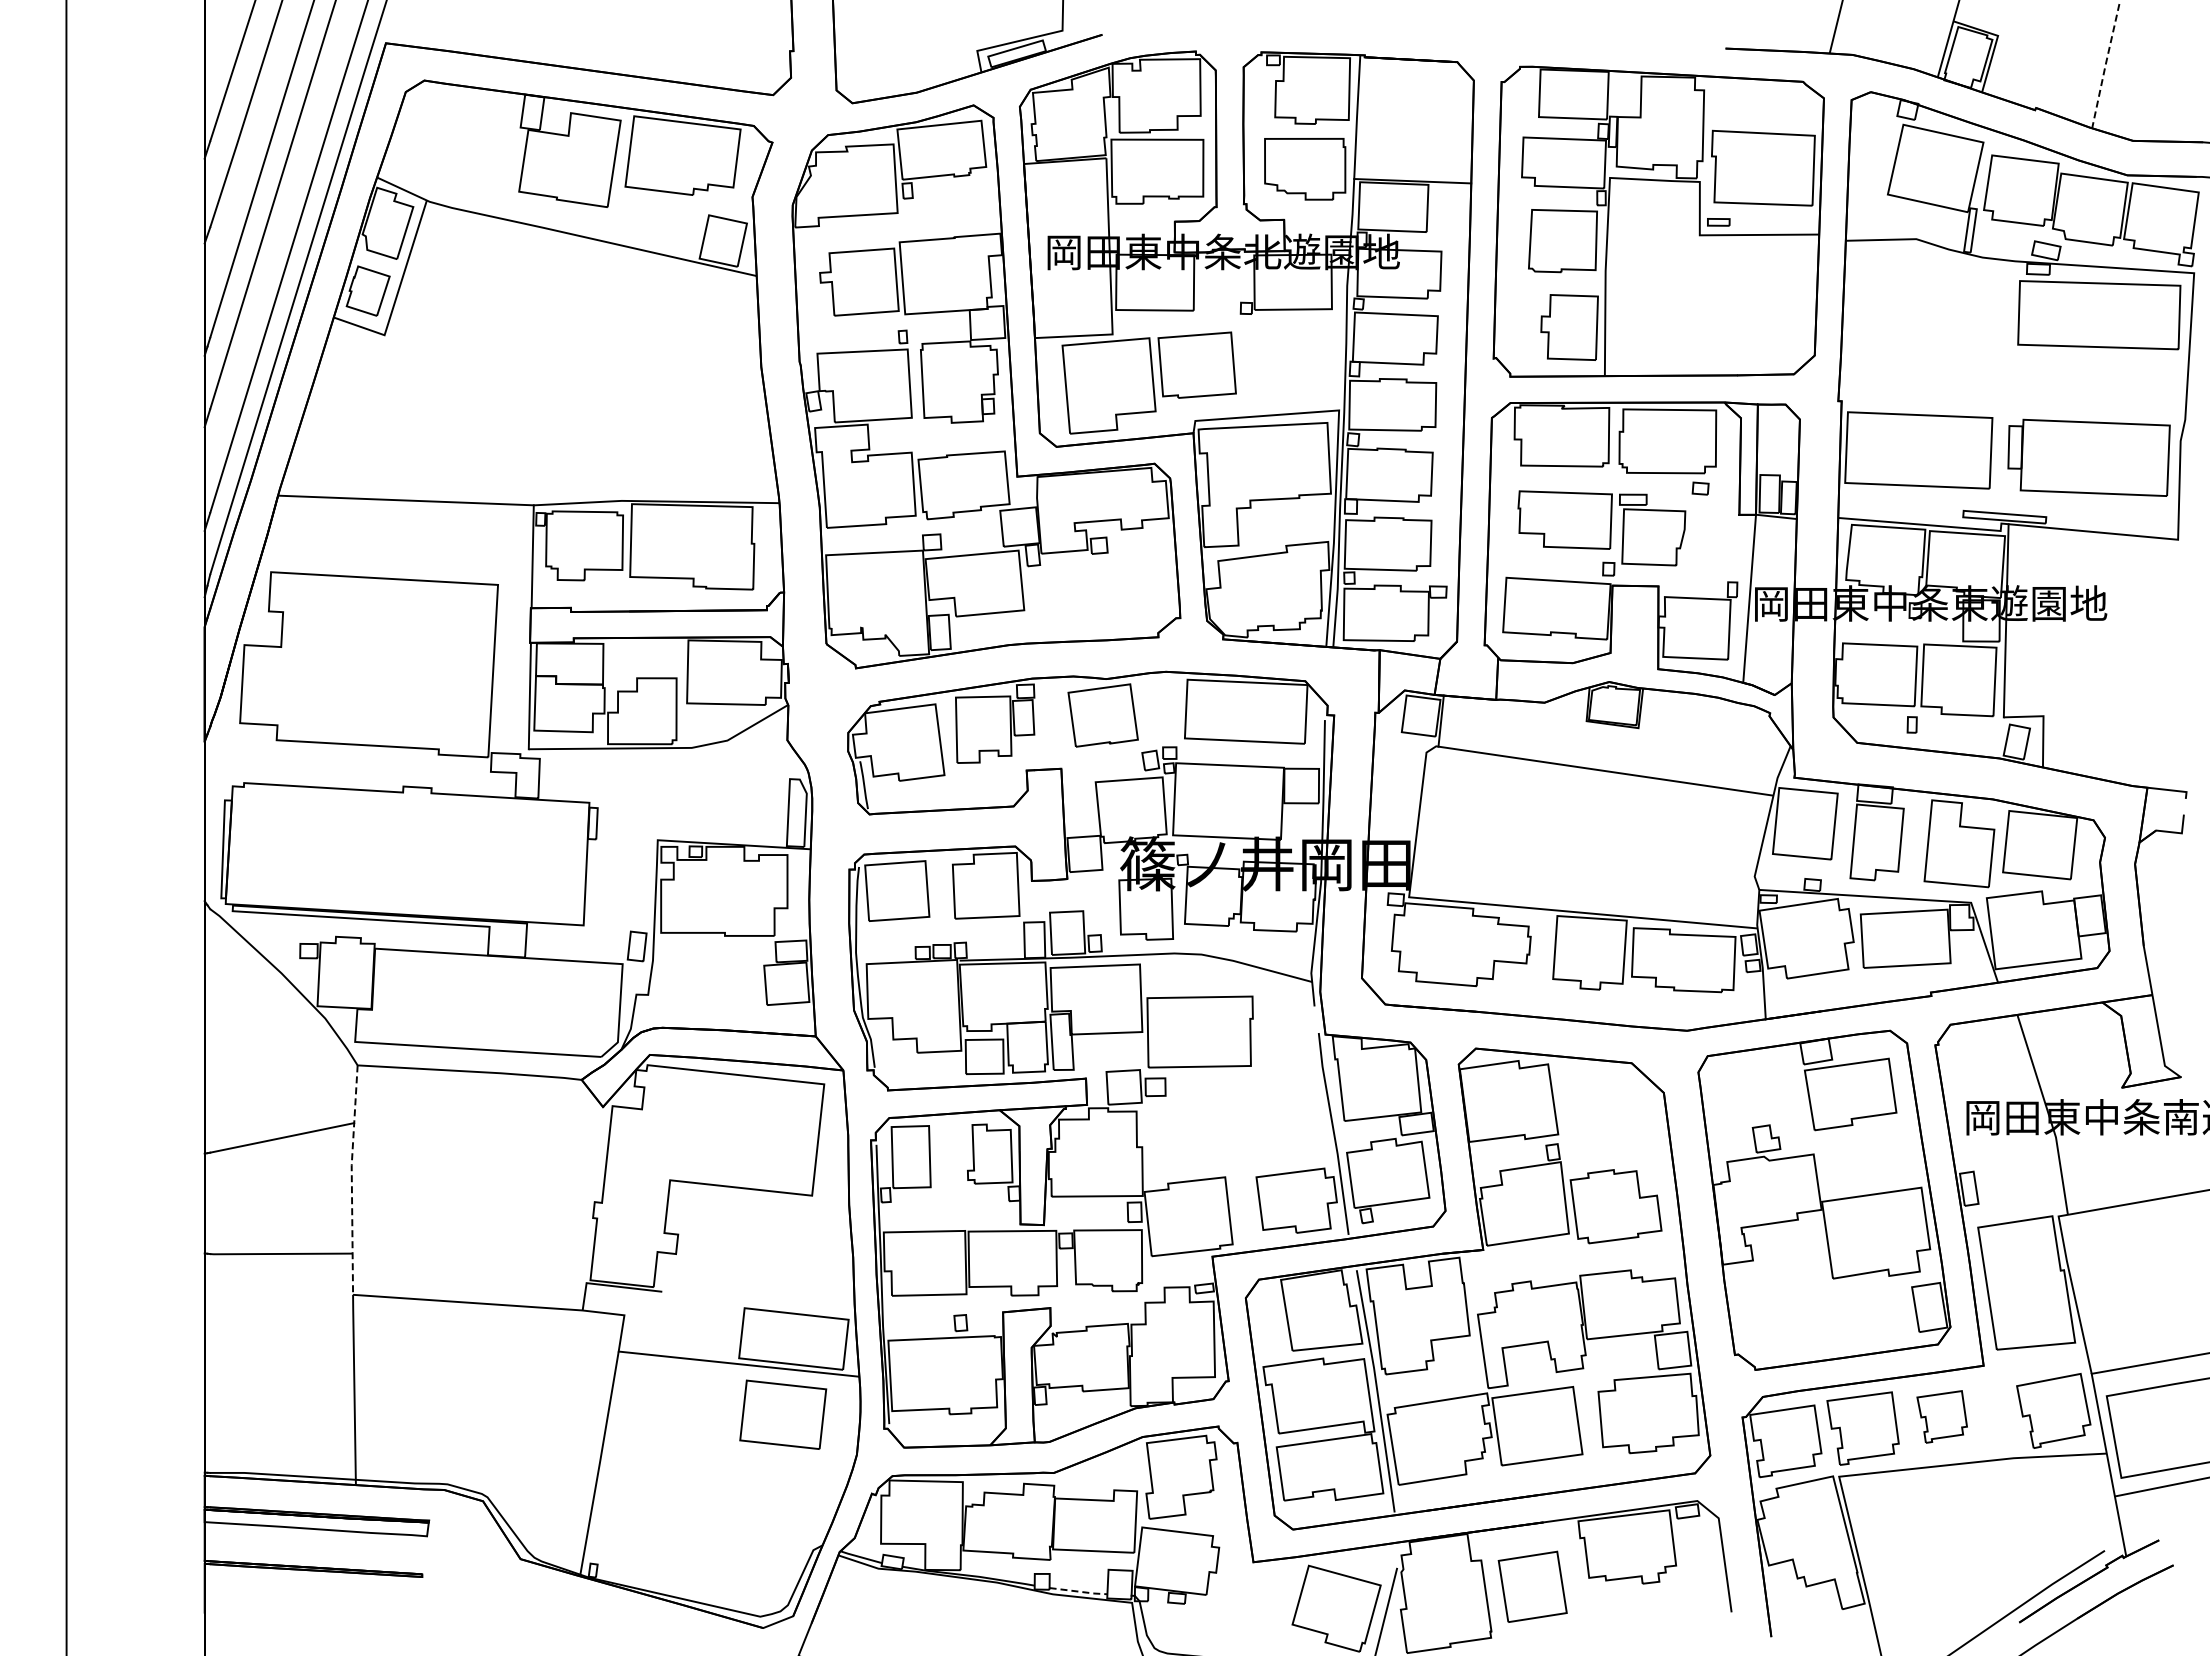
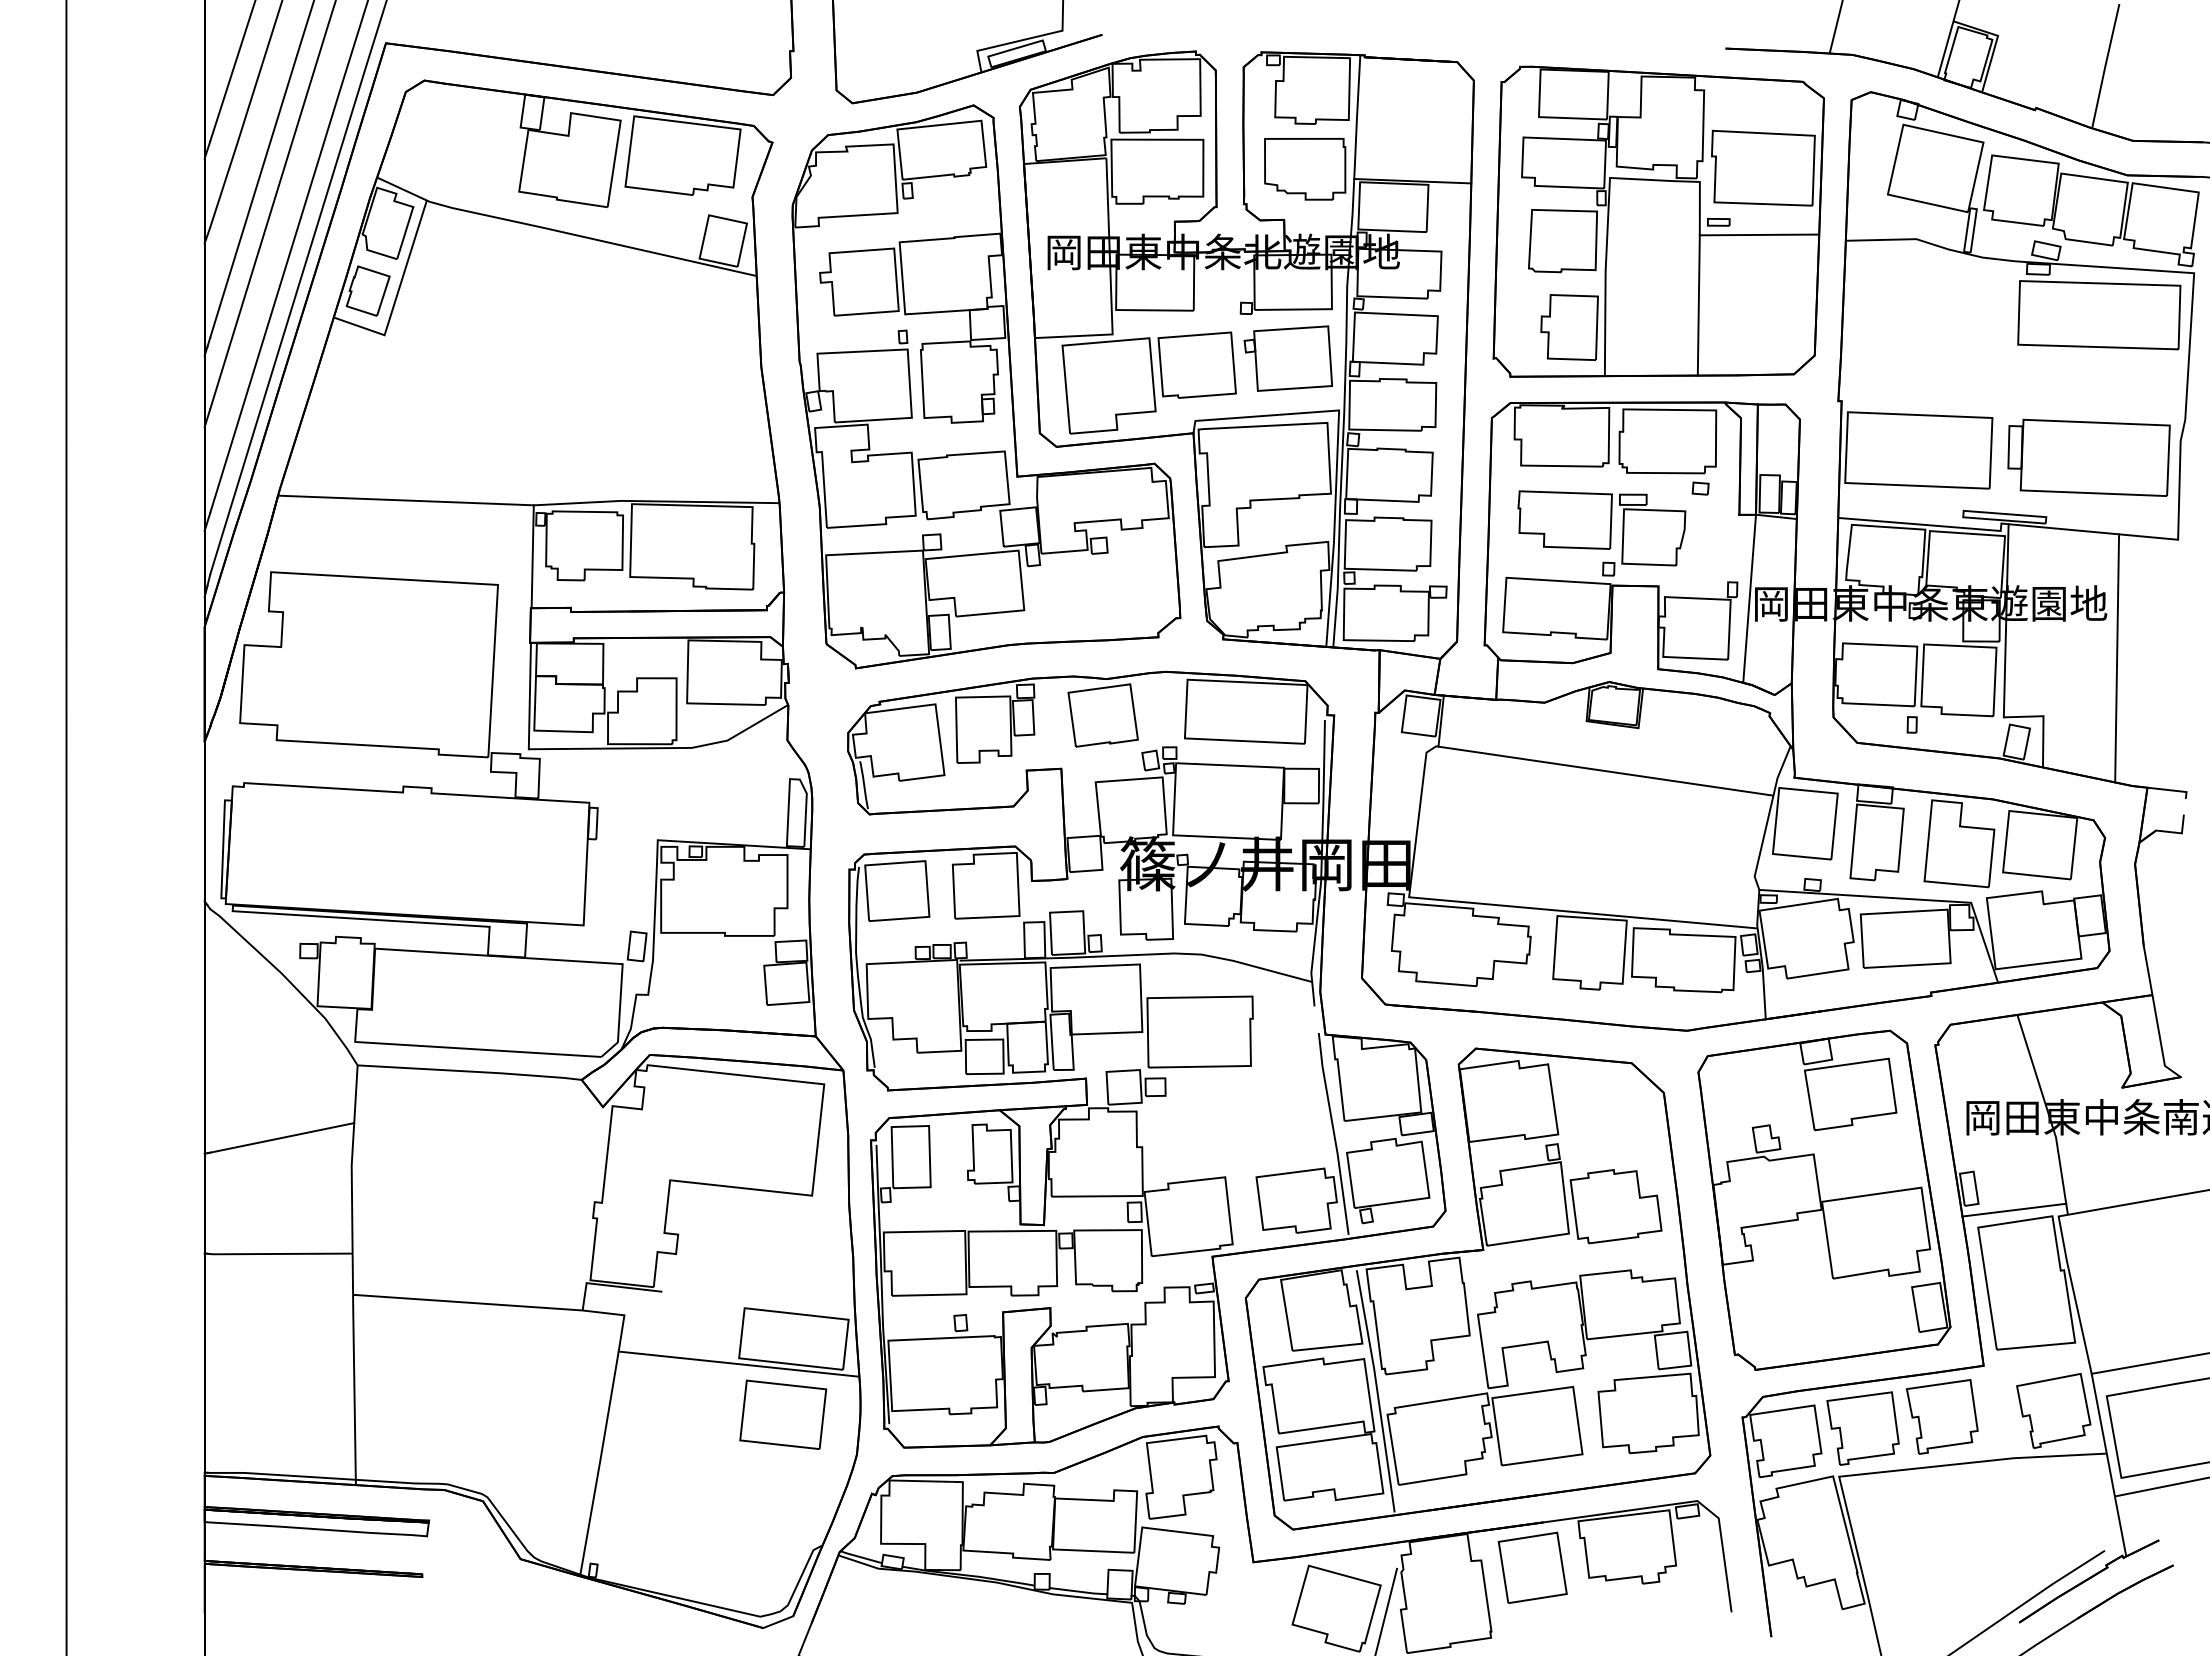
line at (2105, 65): dashed -> solid
line at (1698, 305): none -> present
part at (1288, 358): none -> present
line at (2117, 658): none -> present
line at (351, 1179): dashed -> solid
line at (2014, 1209): none -> present
part at (1941, 1416) size: 52x54 px -> 74x76 px
part at (1532, 1586) position: (1532, 1586) -> (1532, 1567)
line at (1079, 1591): dashed -> solid
